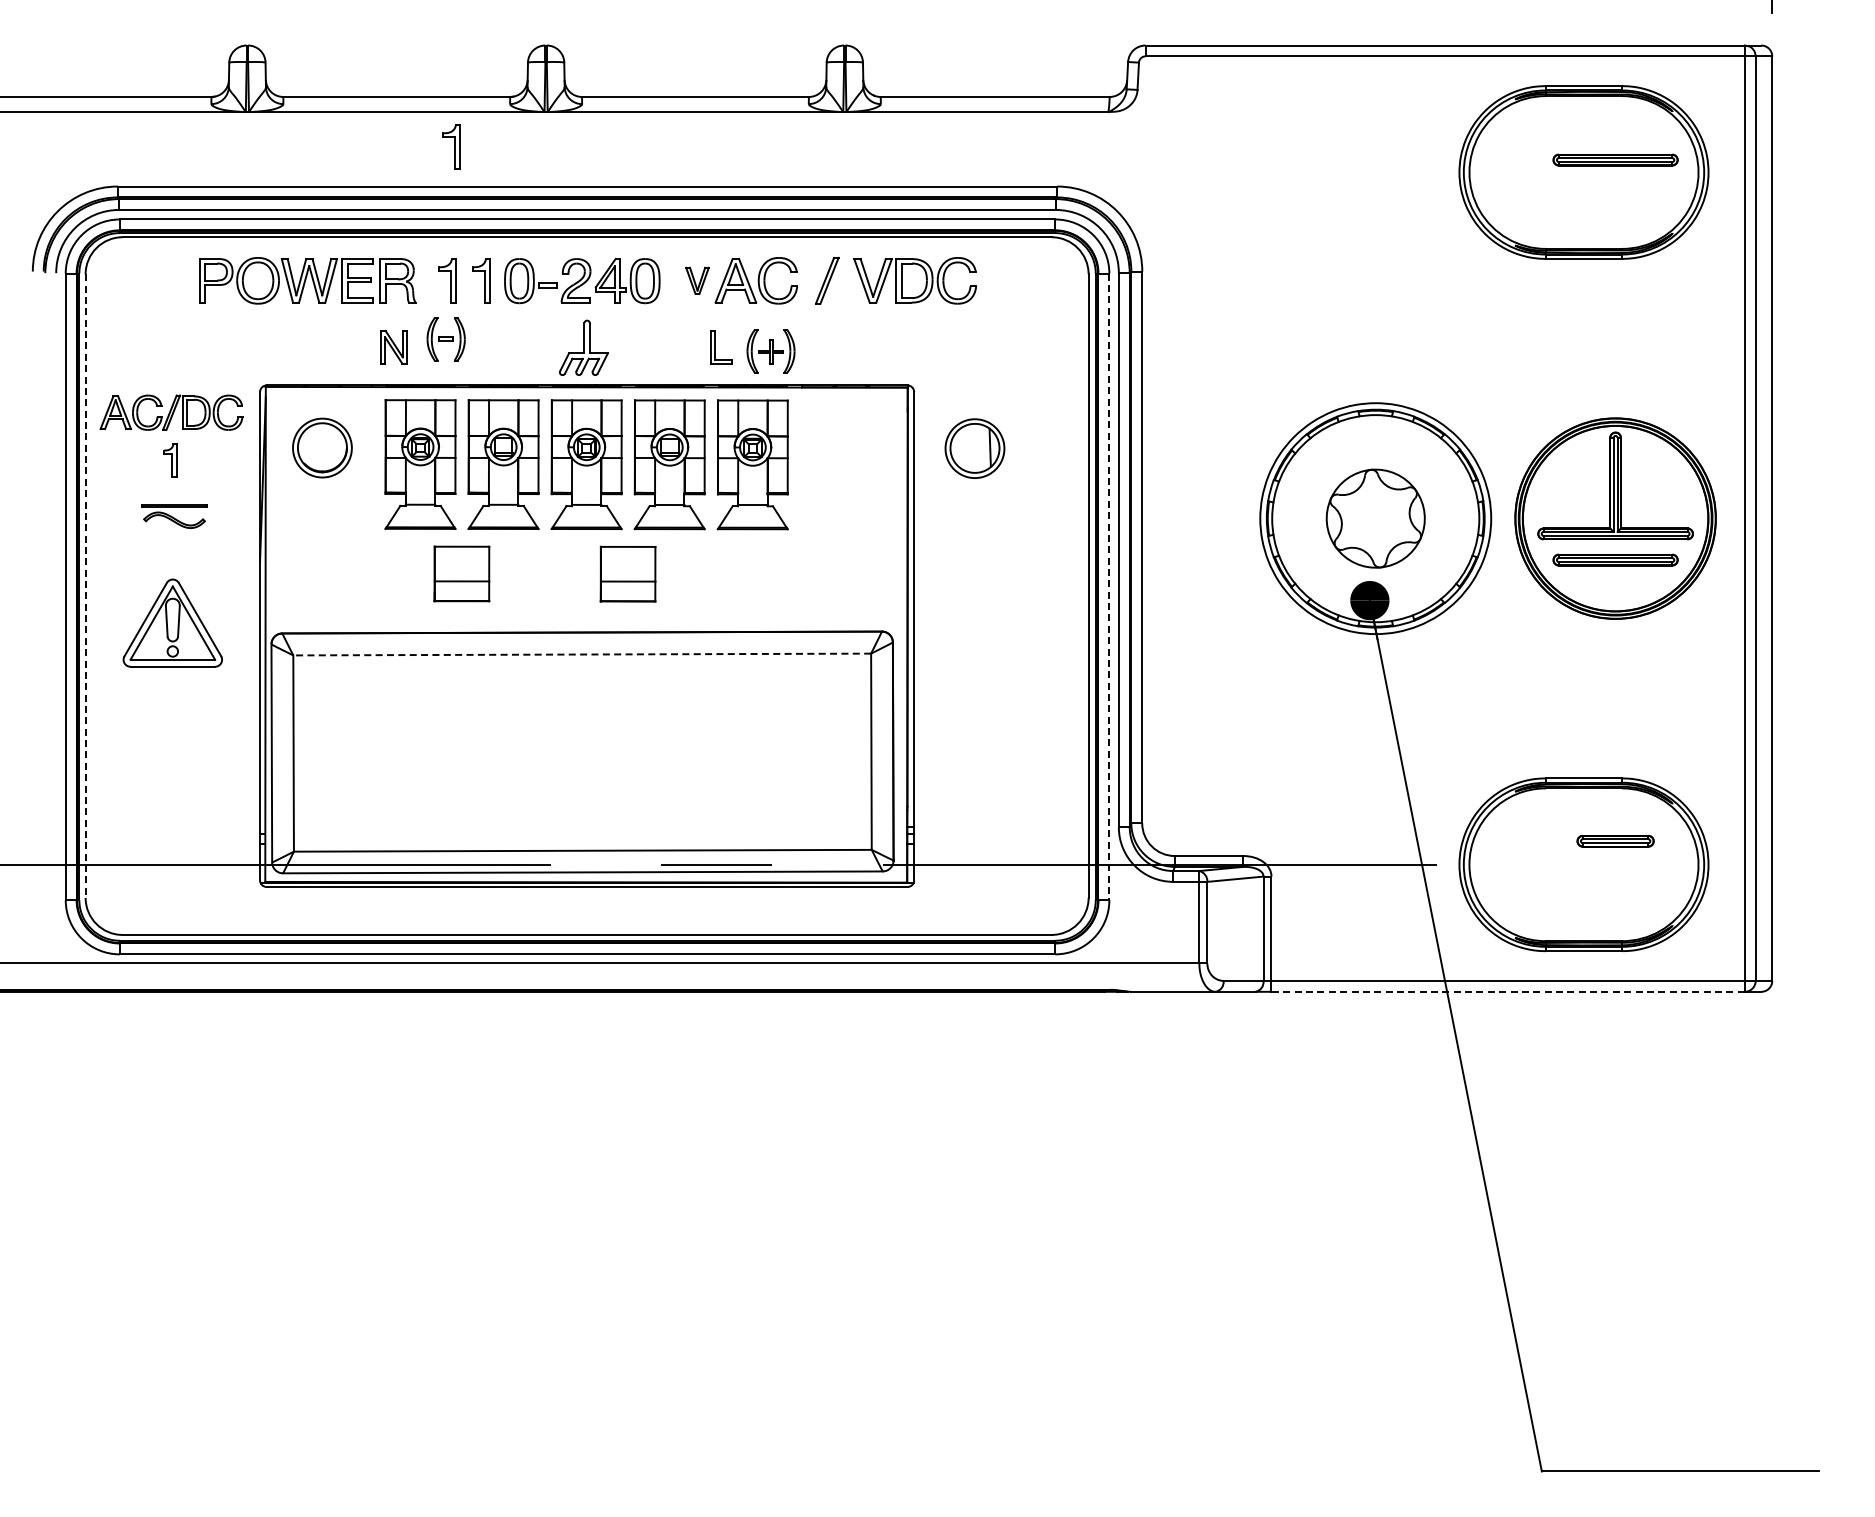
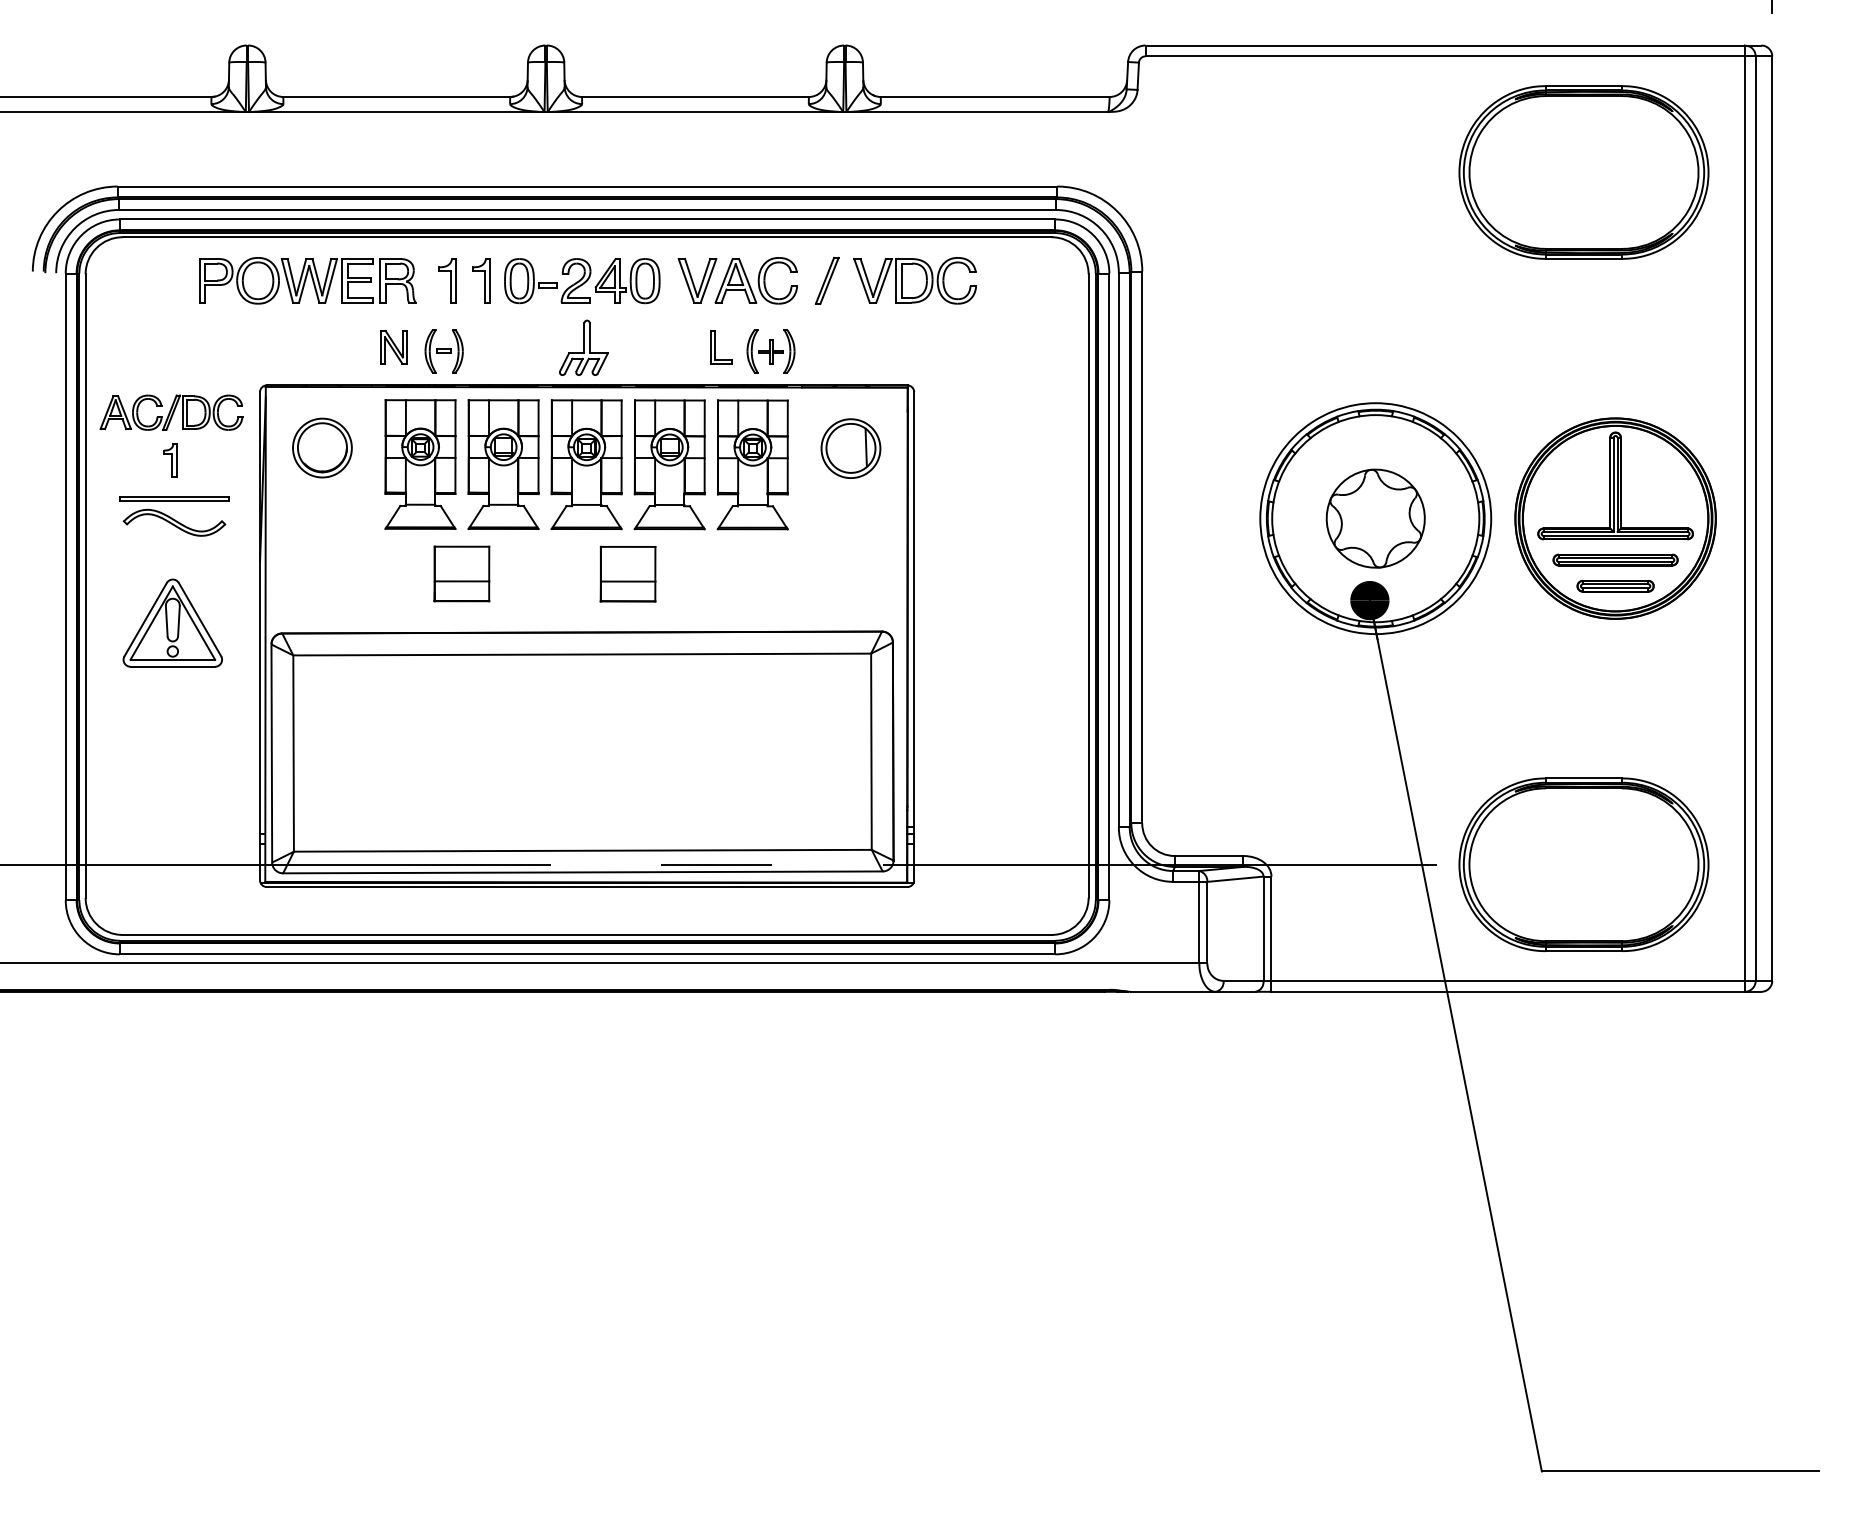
part at (451, 146): present -> none
part at (1615, 159): present -> none
part at (697, 280) size: 25x29 px -> 41x46 px
part at (445, 339) position: (445, 339) -> (443, 351)
part at (974, 448) position: (974, 448) -> (850, 448)
part at (174, 516) size: 67x25 px -> 111x41 px
line at (85, 586): dashed -> solid
line at (1109, 587): dashed -> solid
line at (582, 654): dashed -> solid
part at (1615, 841) position: (1615, 841) -> (1615, 586)
line at (1508, 991): dashed -> solid
